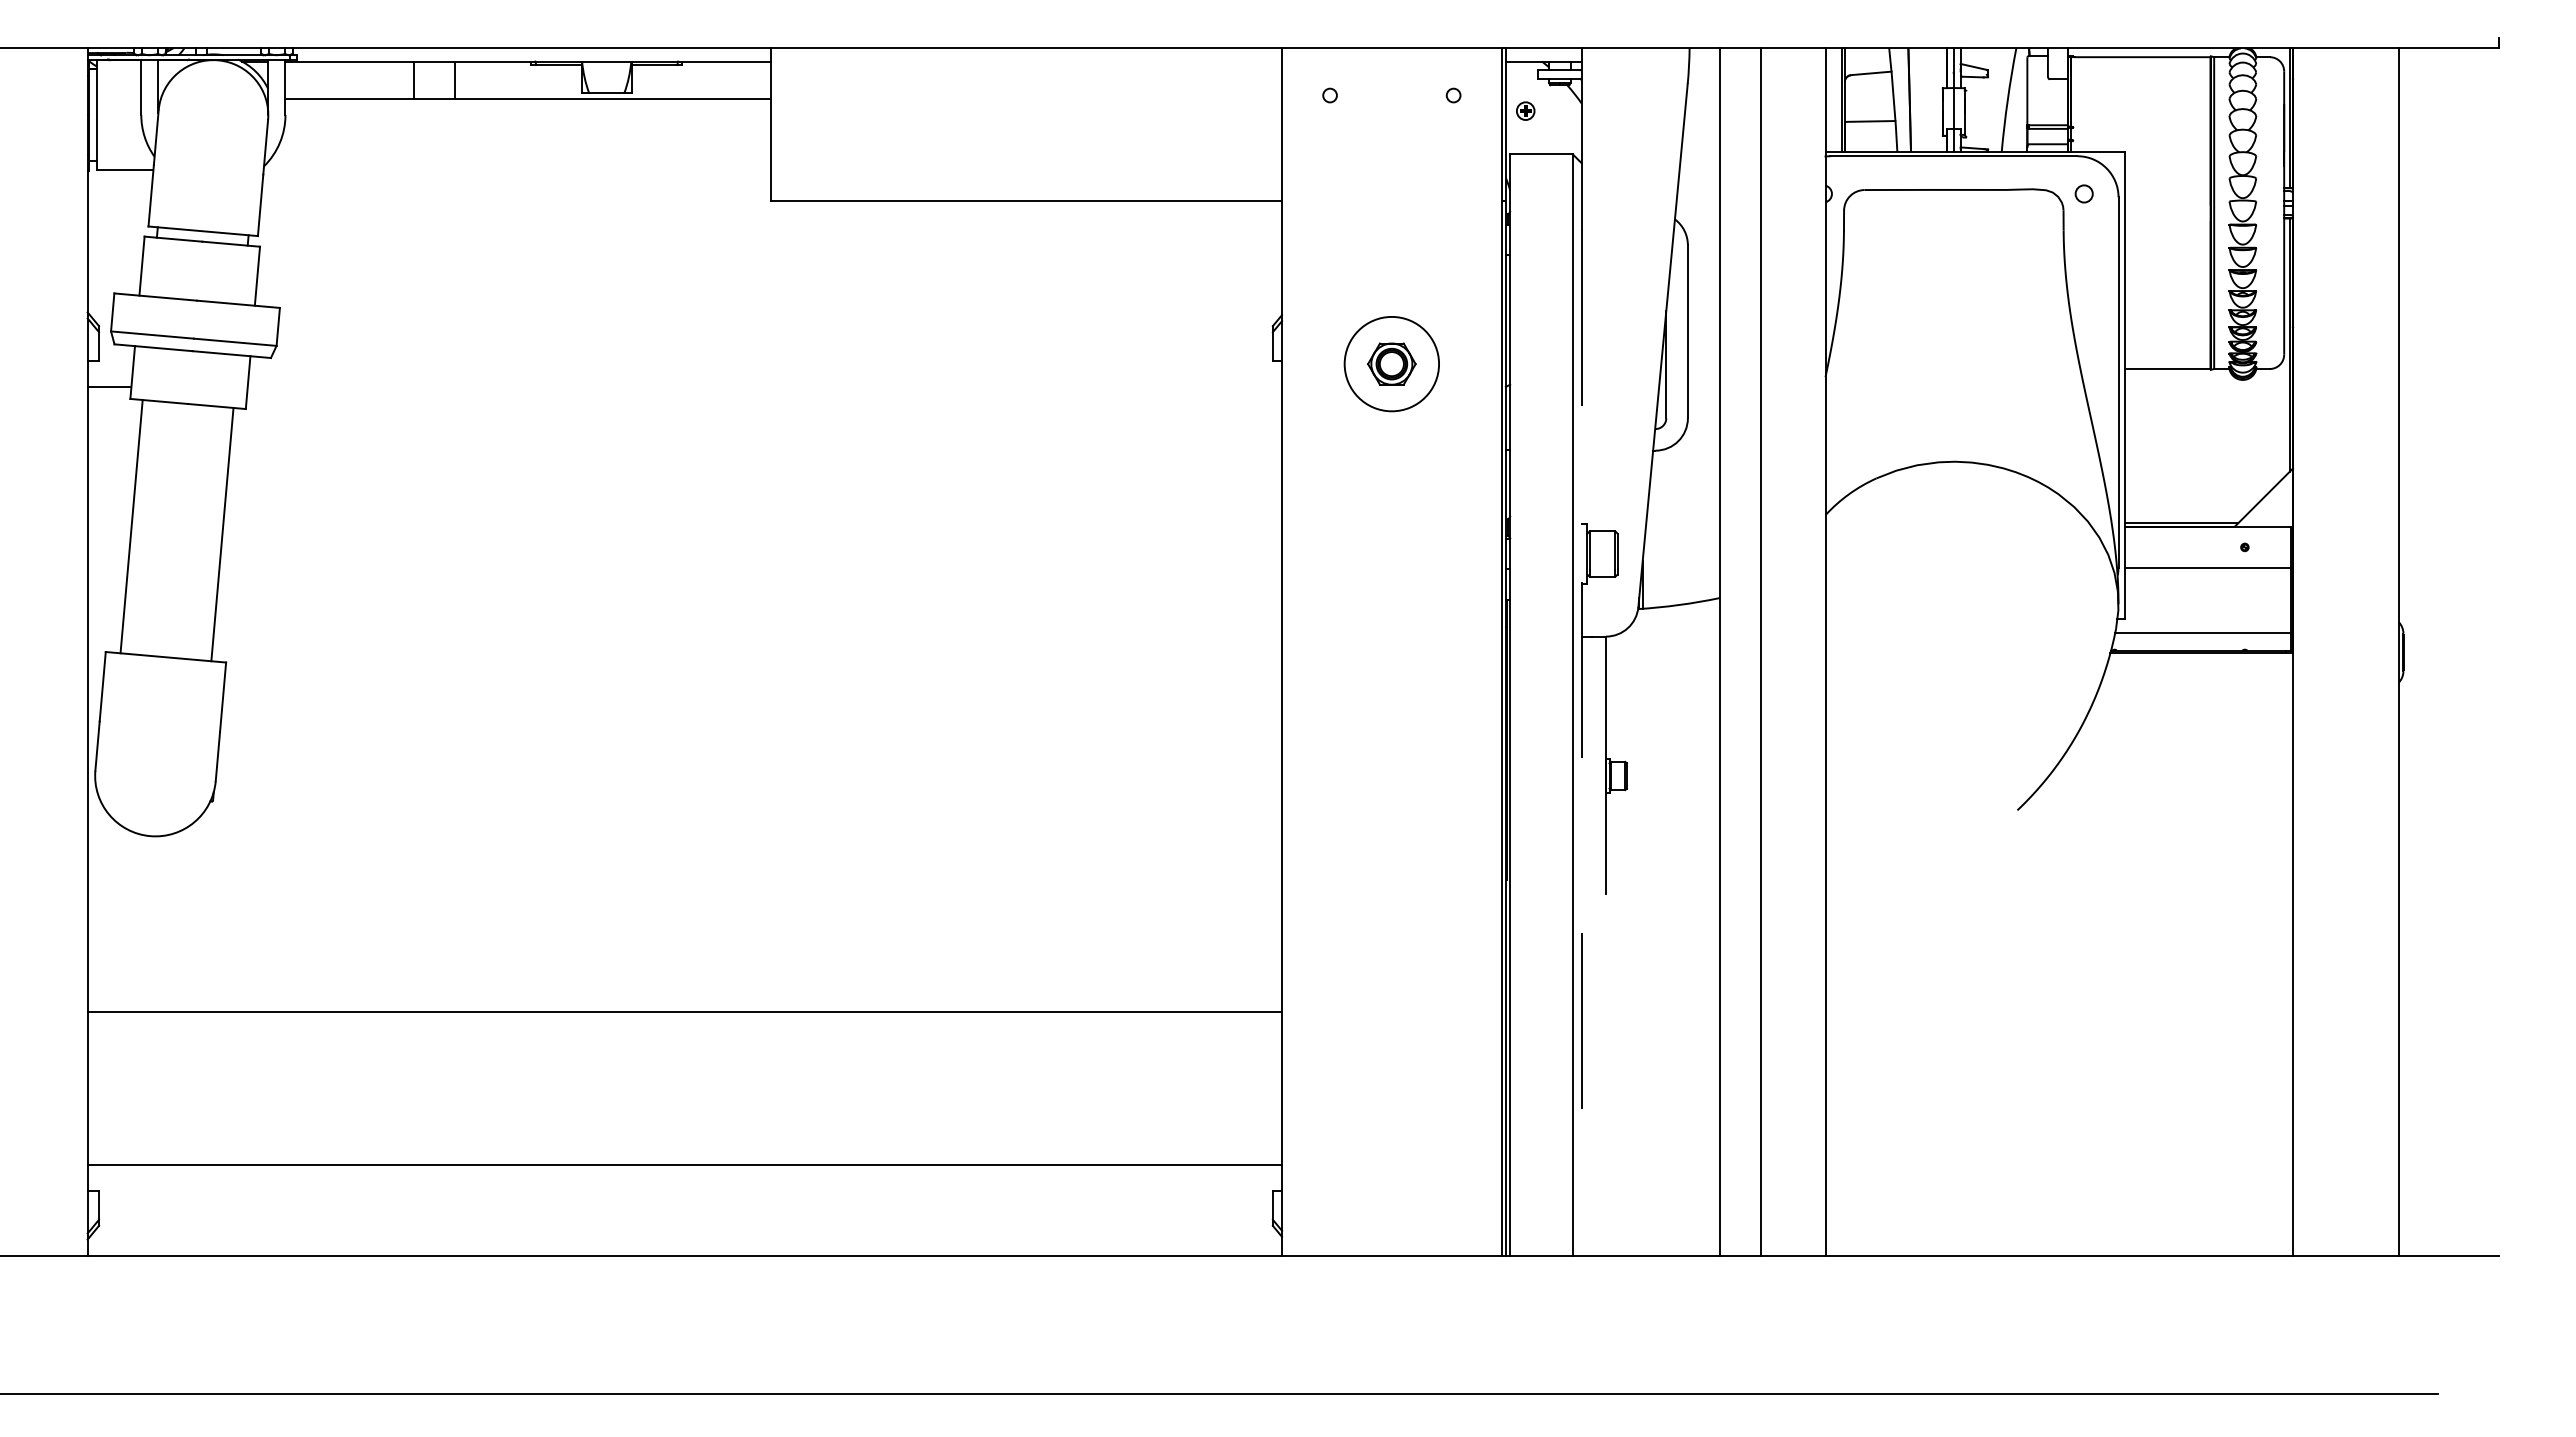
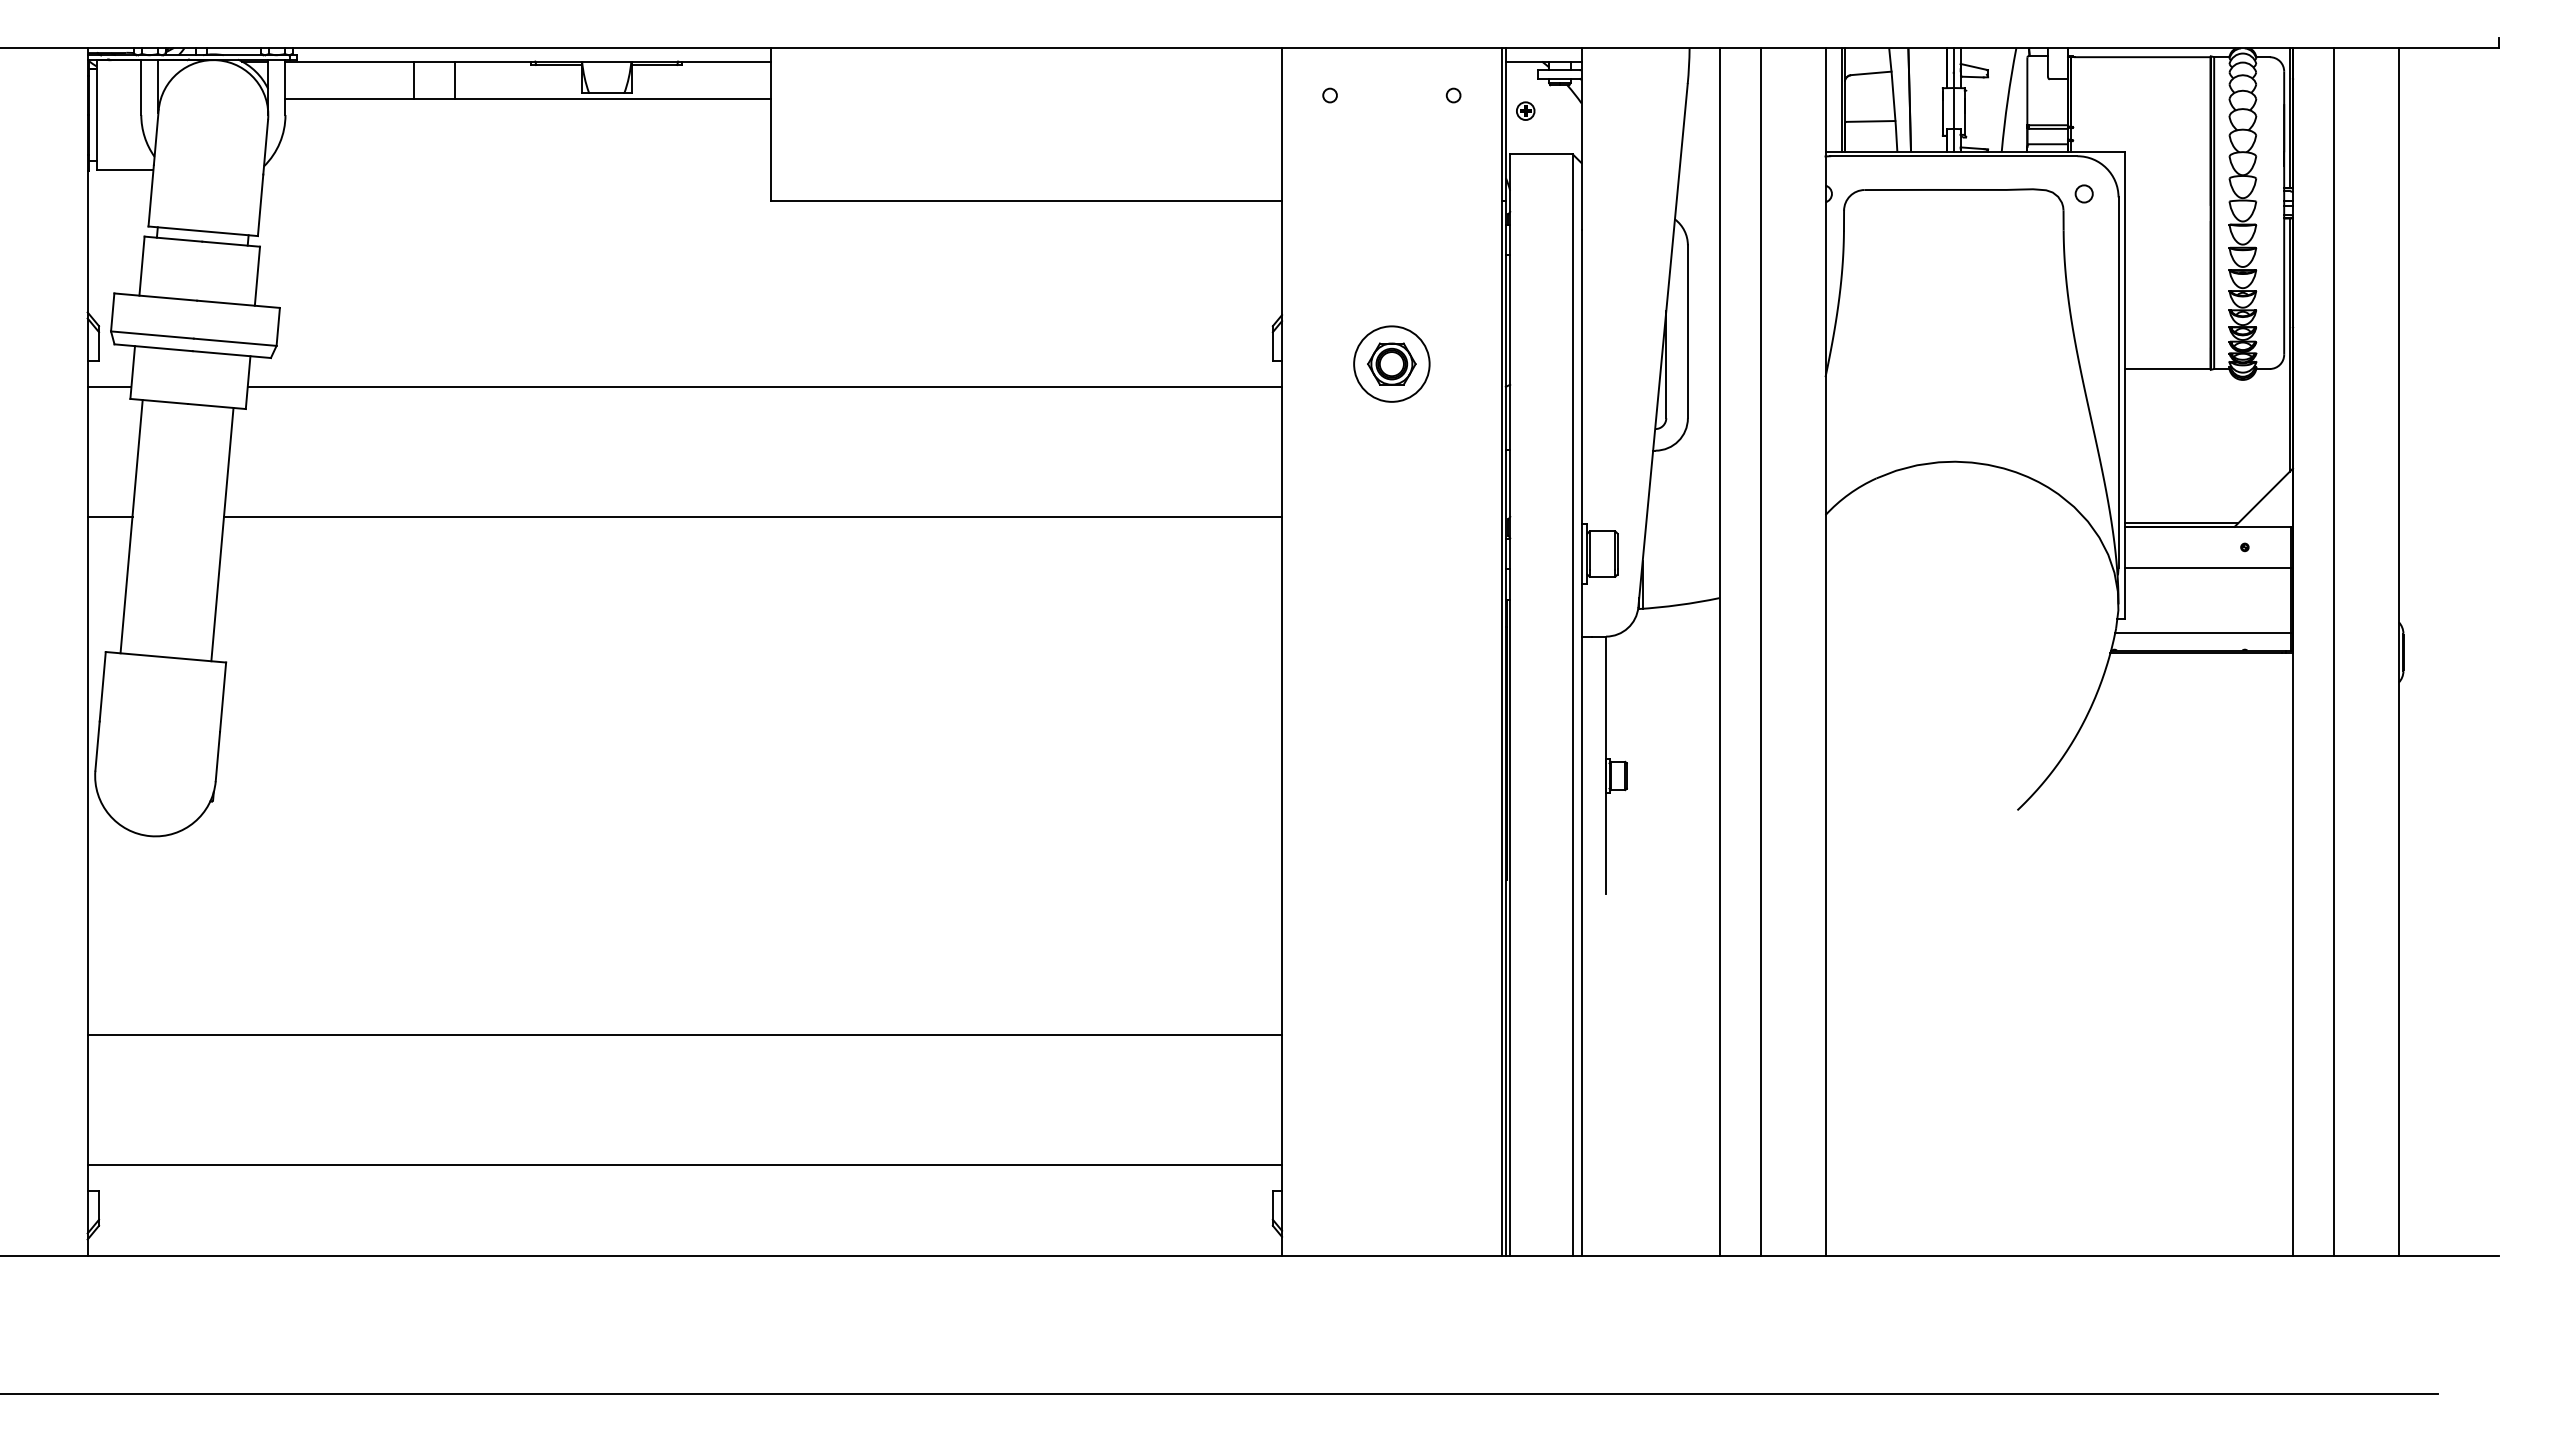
circle at (1391, 363) diameter: 94 px -> 76 px
line at (764, 386): none -> present
line at (109, 516): none -> present
line at (753, 516): none -> present
line at (2334, 652): none -> present
line at (1581, 743): dashed -> solid
line at (684, 1012) position: (684, 1012) -> (684, 1035)
